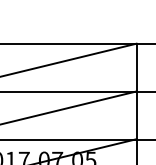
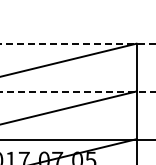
line at (78, 44): solid -> dashed
line at (78, 91): solid -> dashed
